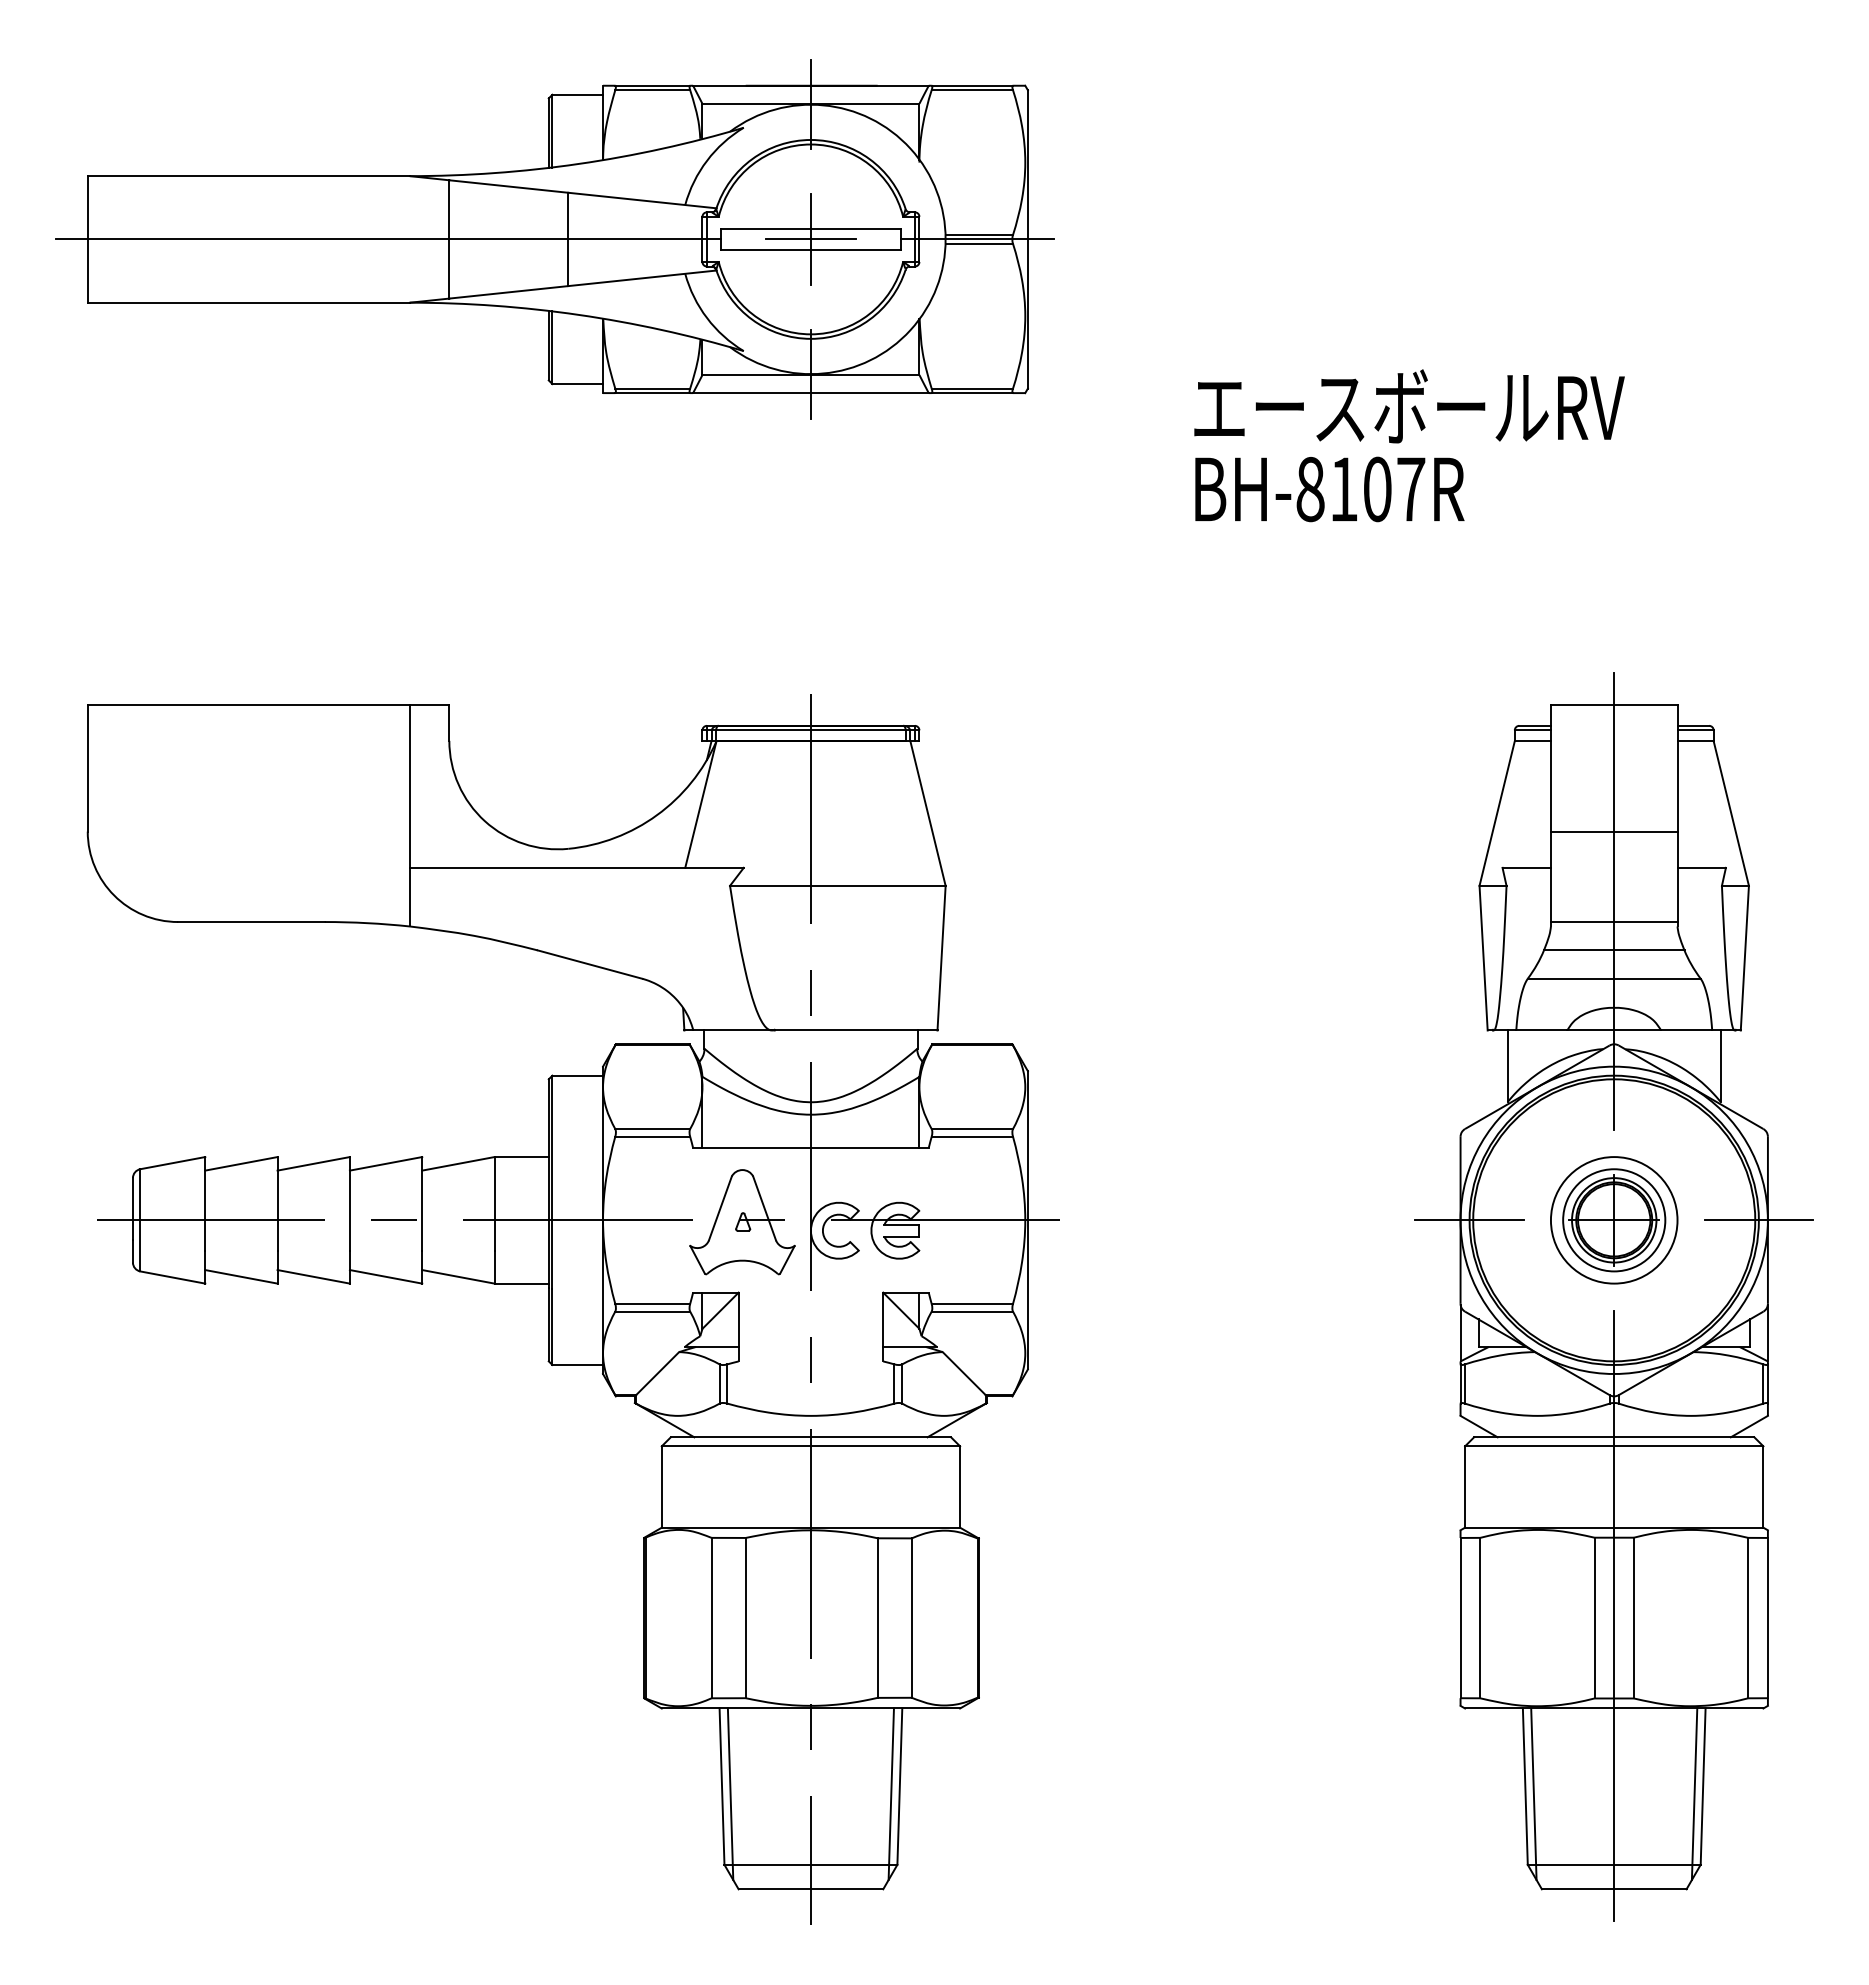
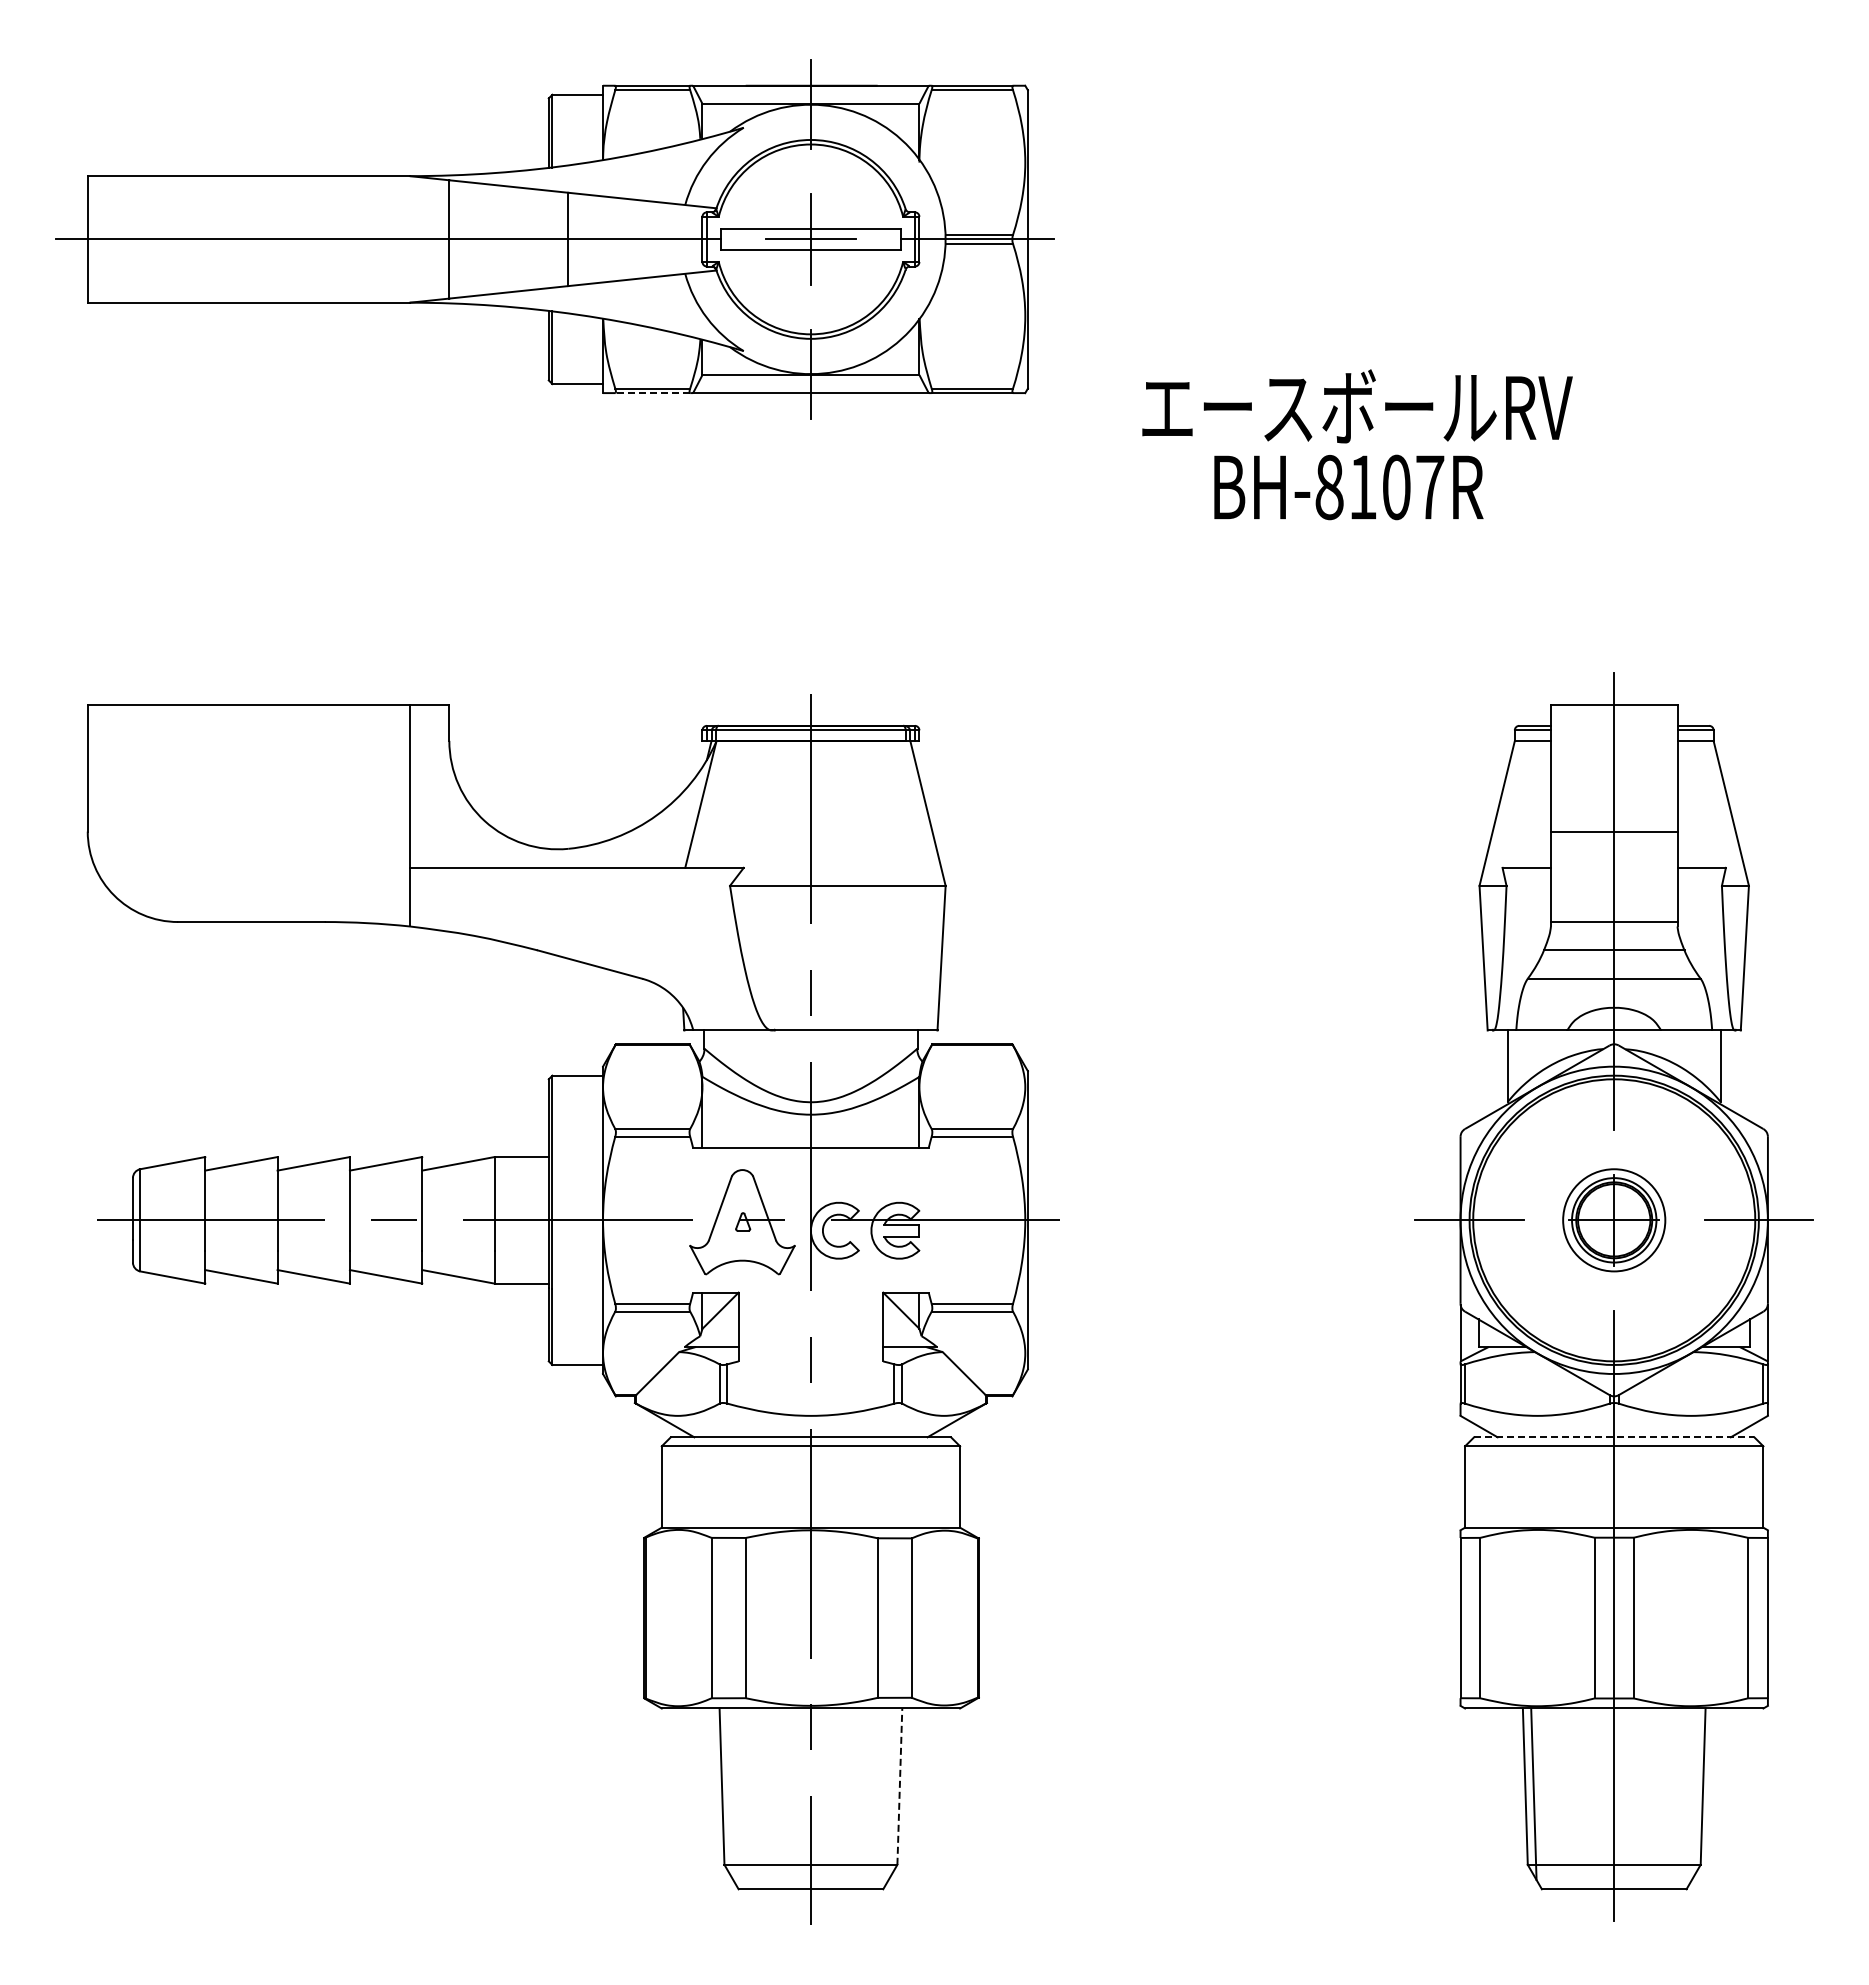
line at (652, 393): solid -> dashed
text at (1409, 406) position: (1409, 406) -> (1357, 406)
text at (1329, 489) position: (1329, 489) -> (1348, 487)
circle at (1614, 1220): present -> none
line at (1614, 1437): solid -> dashed
line at (899, 1786): solid -> dashed
line at (730, 1794): present -> none
line at (890, 1794): present -> none
line at (1694, 1794): present -> none
